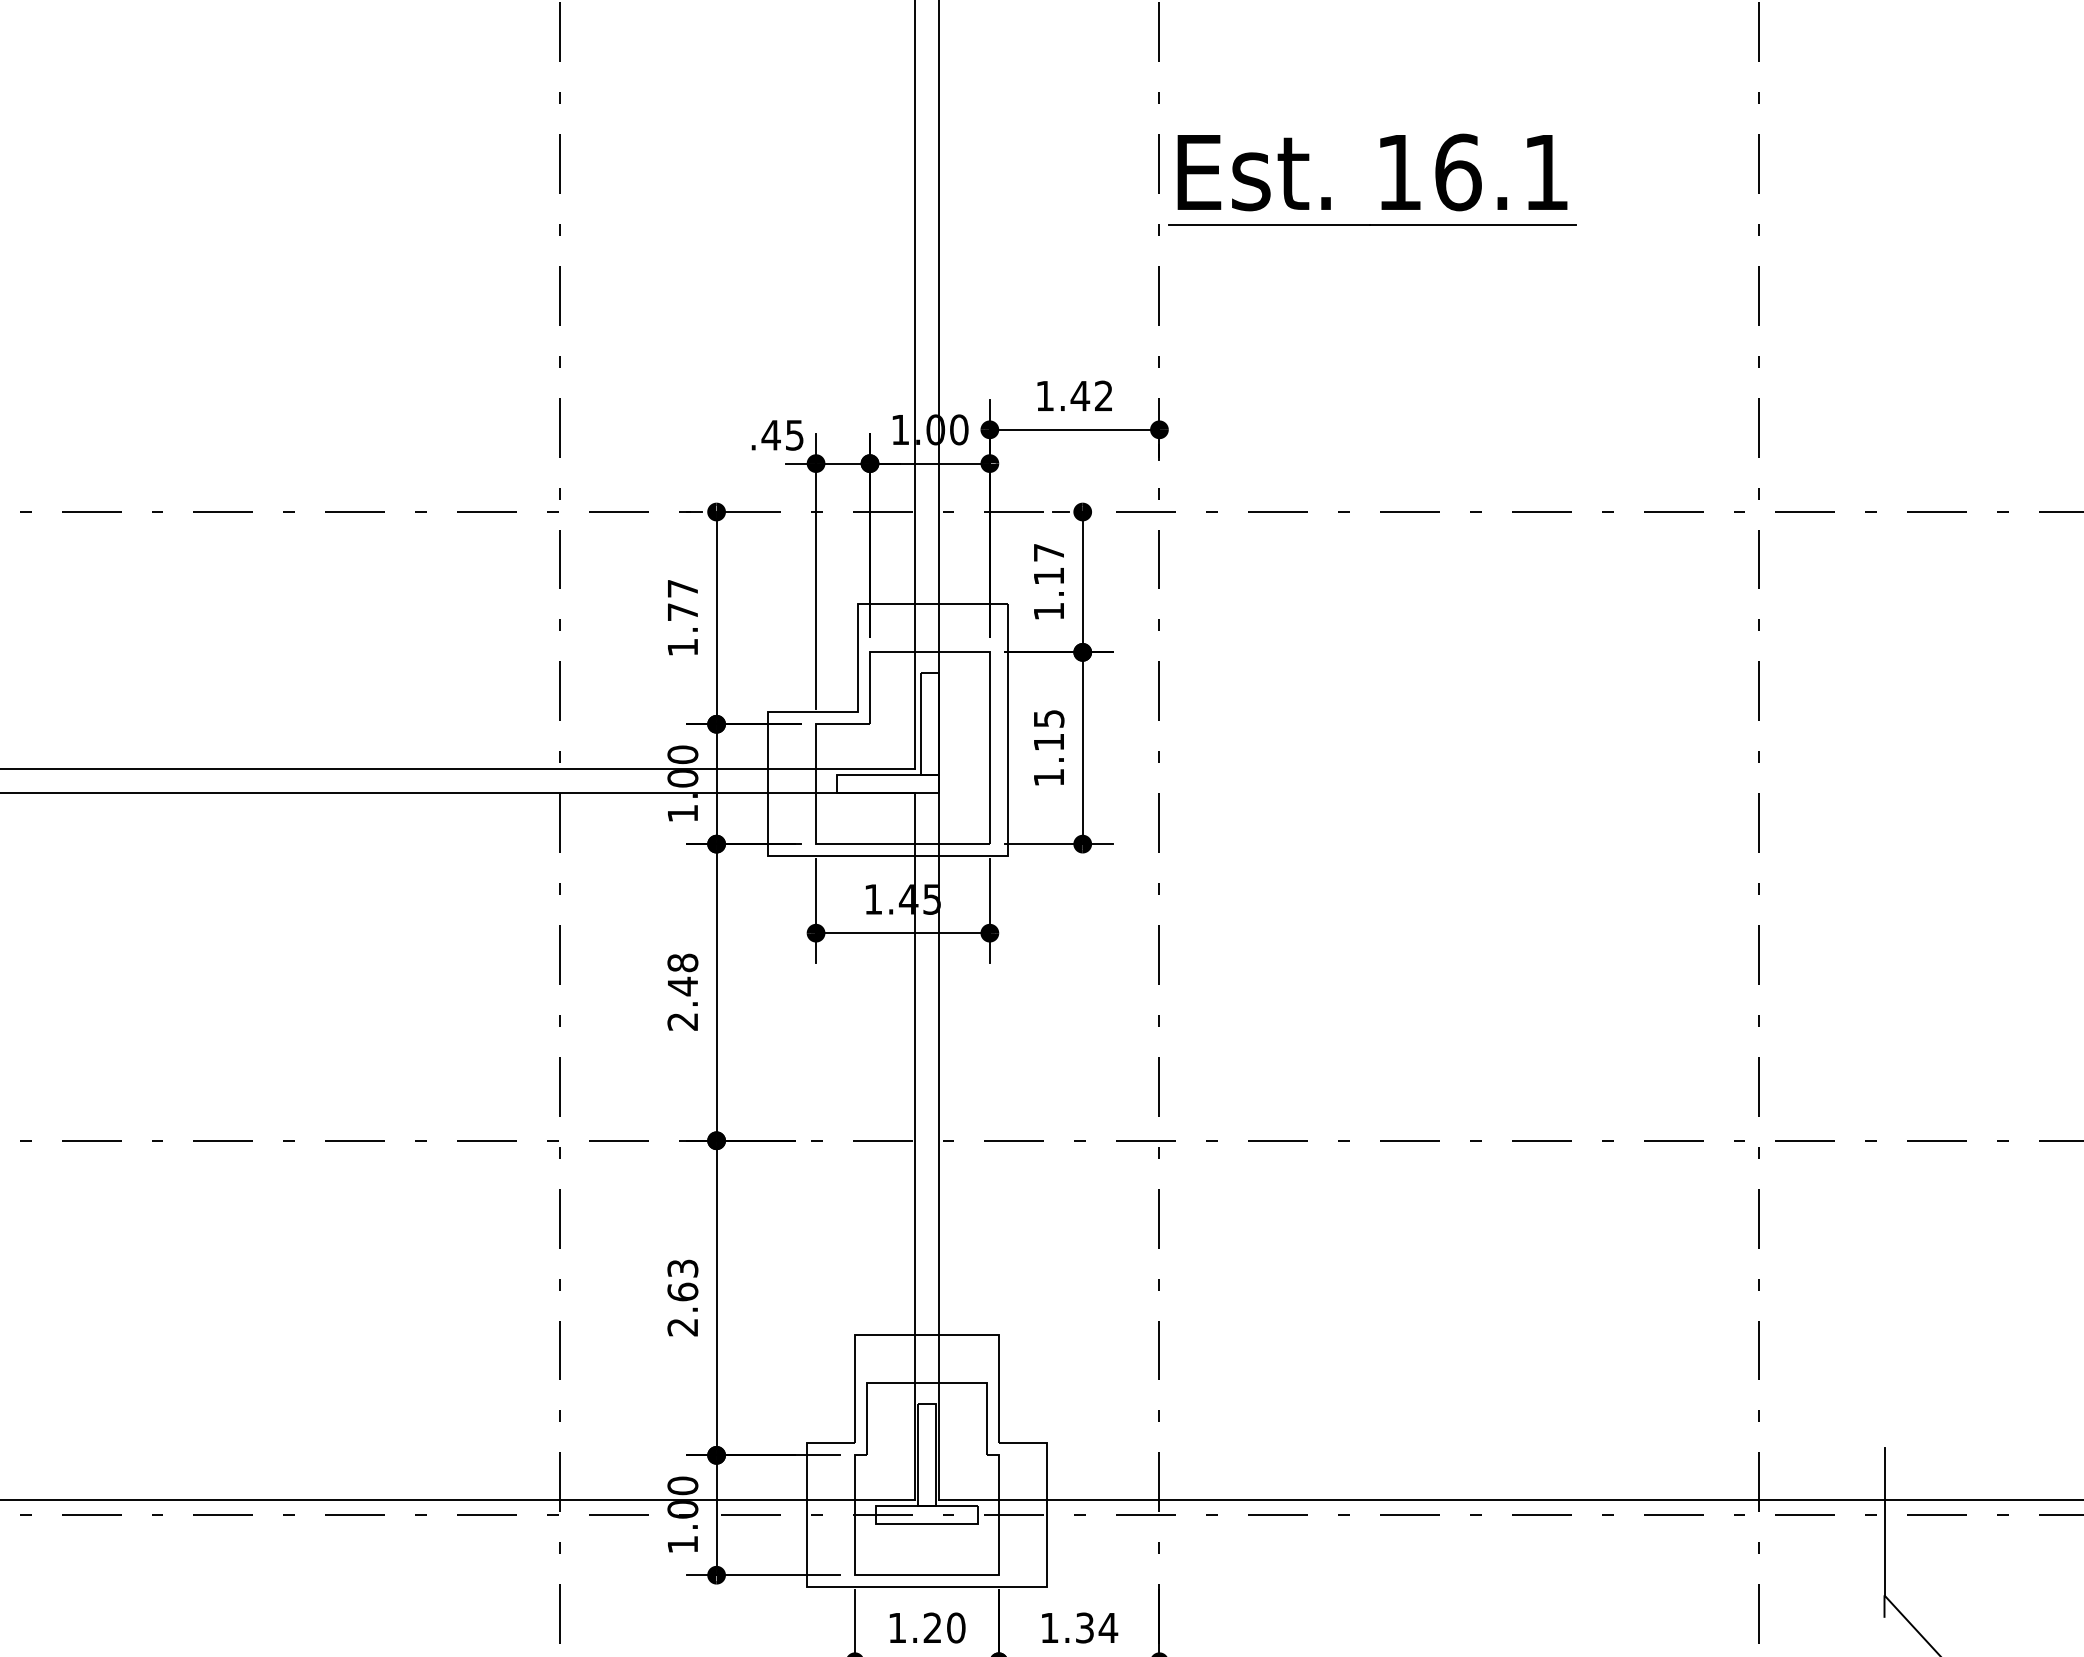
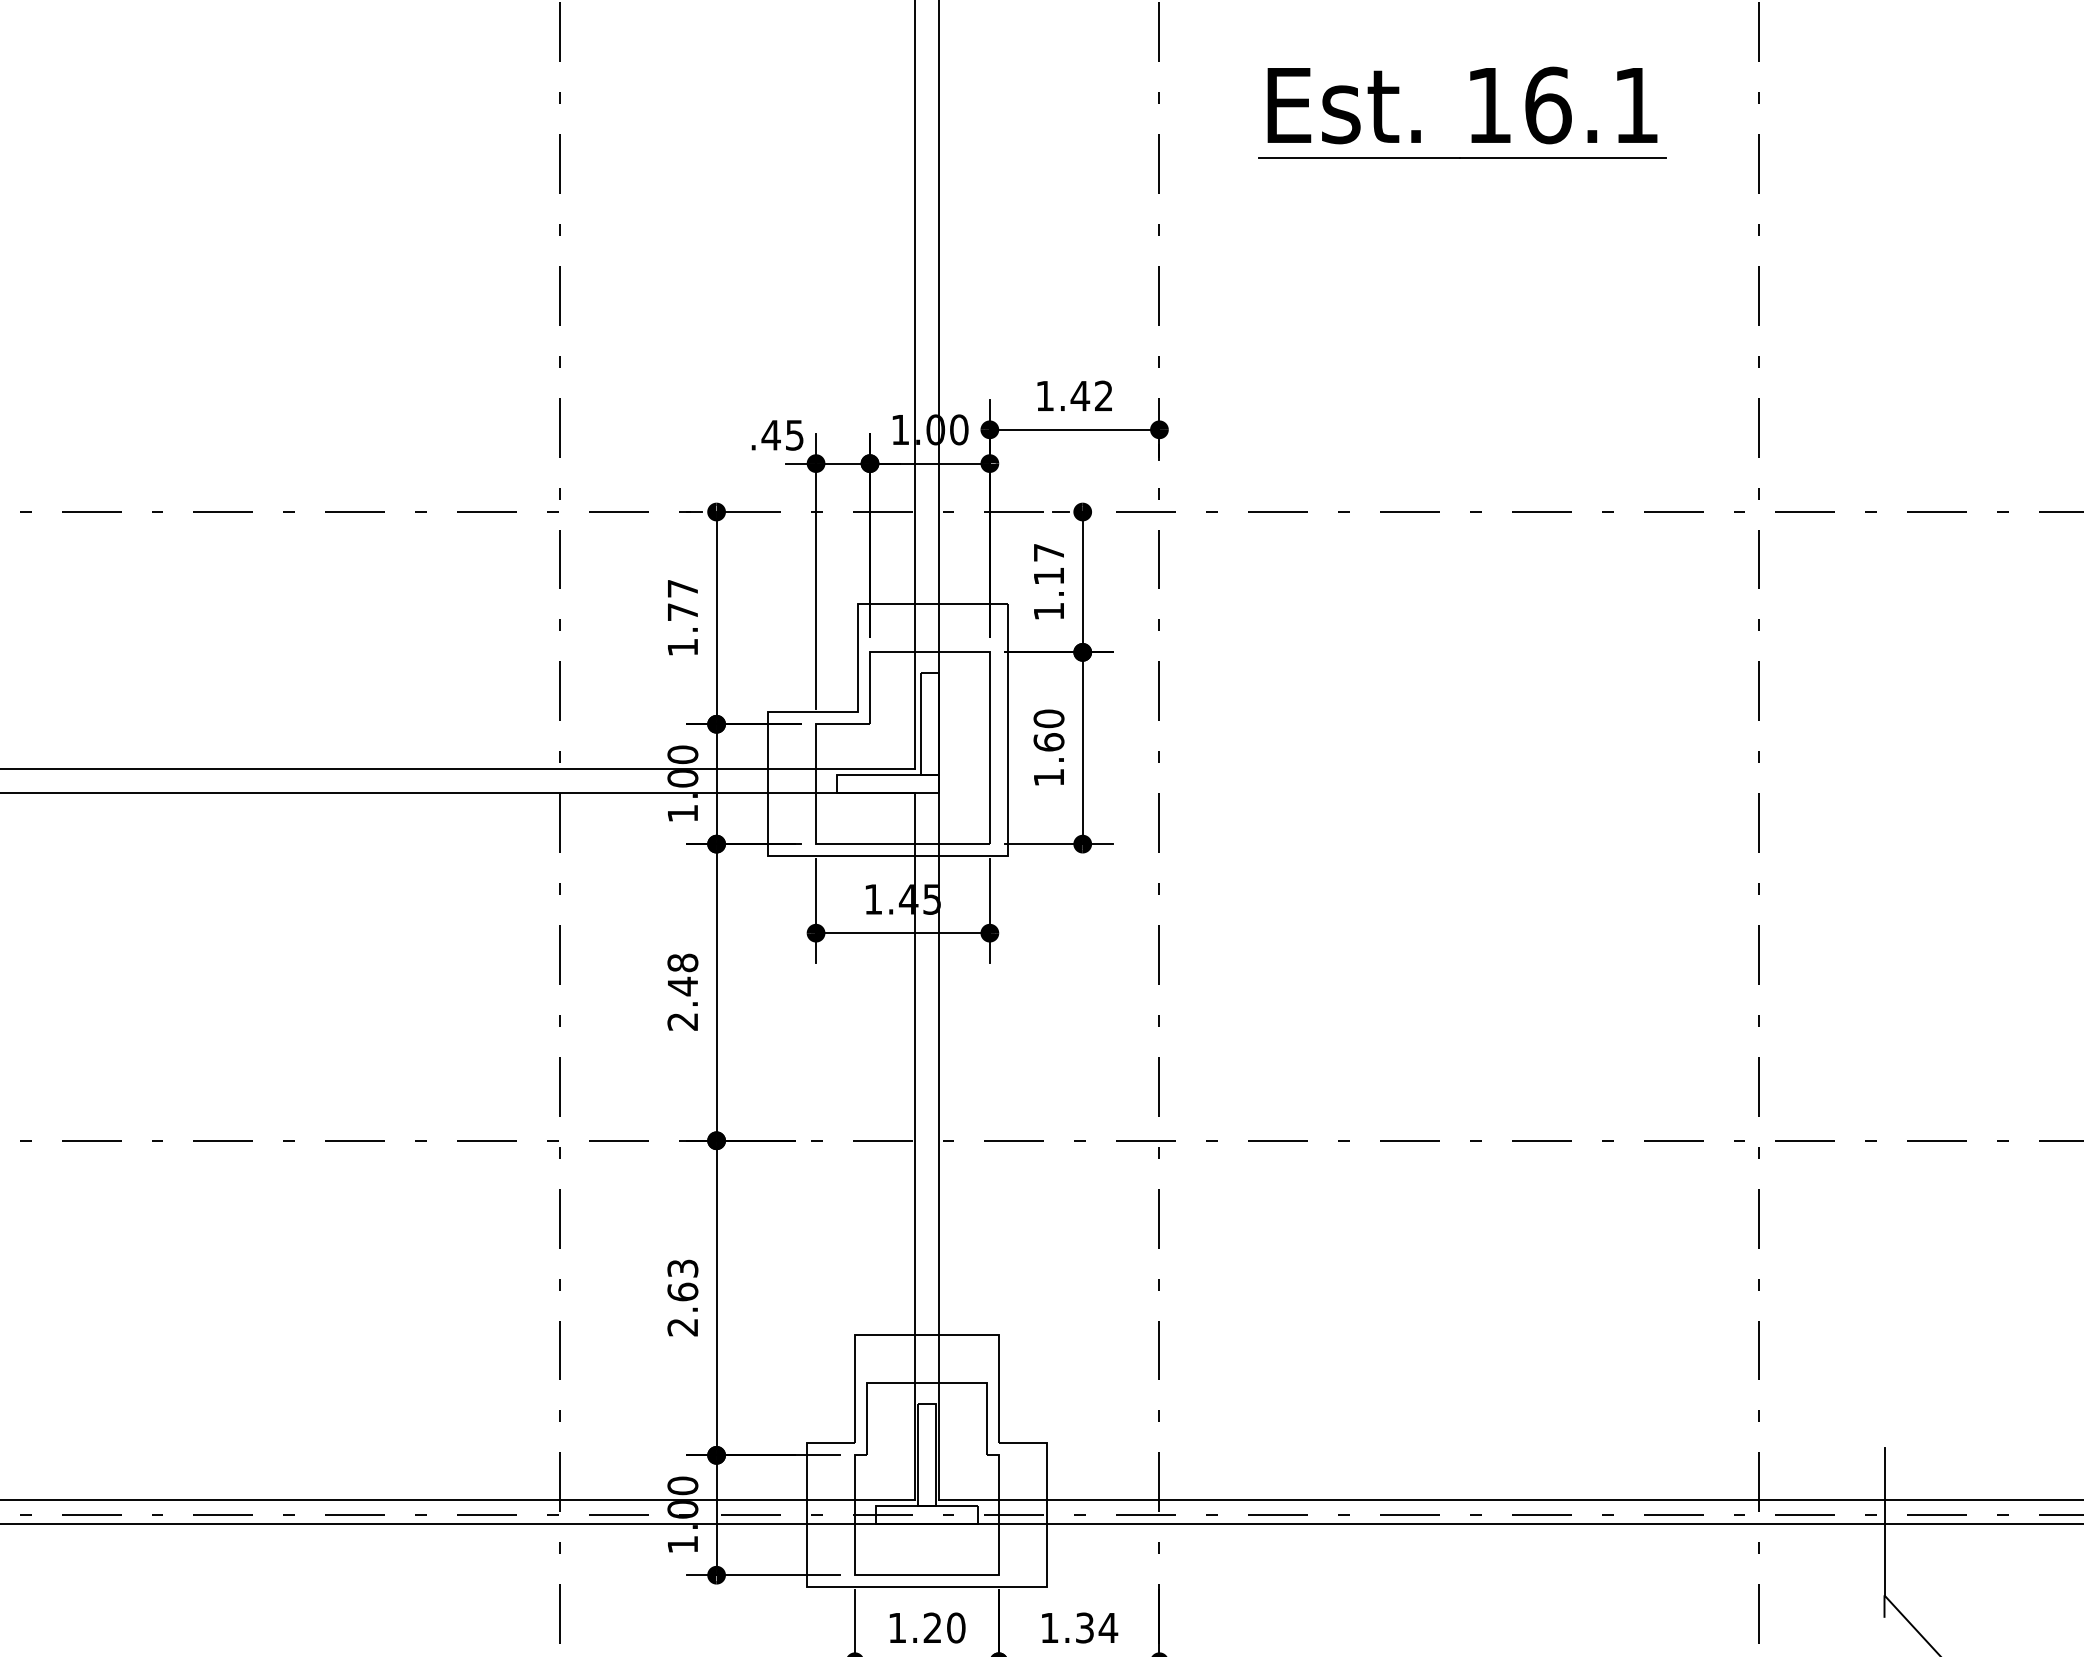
part at (1381, 201) position: (1381, 201) -> (1471, 134)
text at (1048, 730): 1.15 -> 1.60
line at (1041, 1524): none -> present
